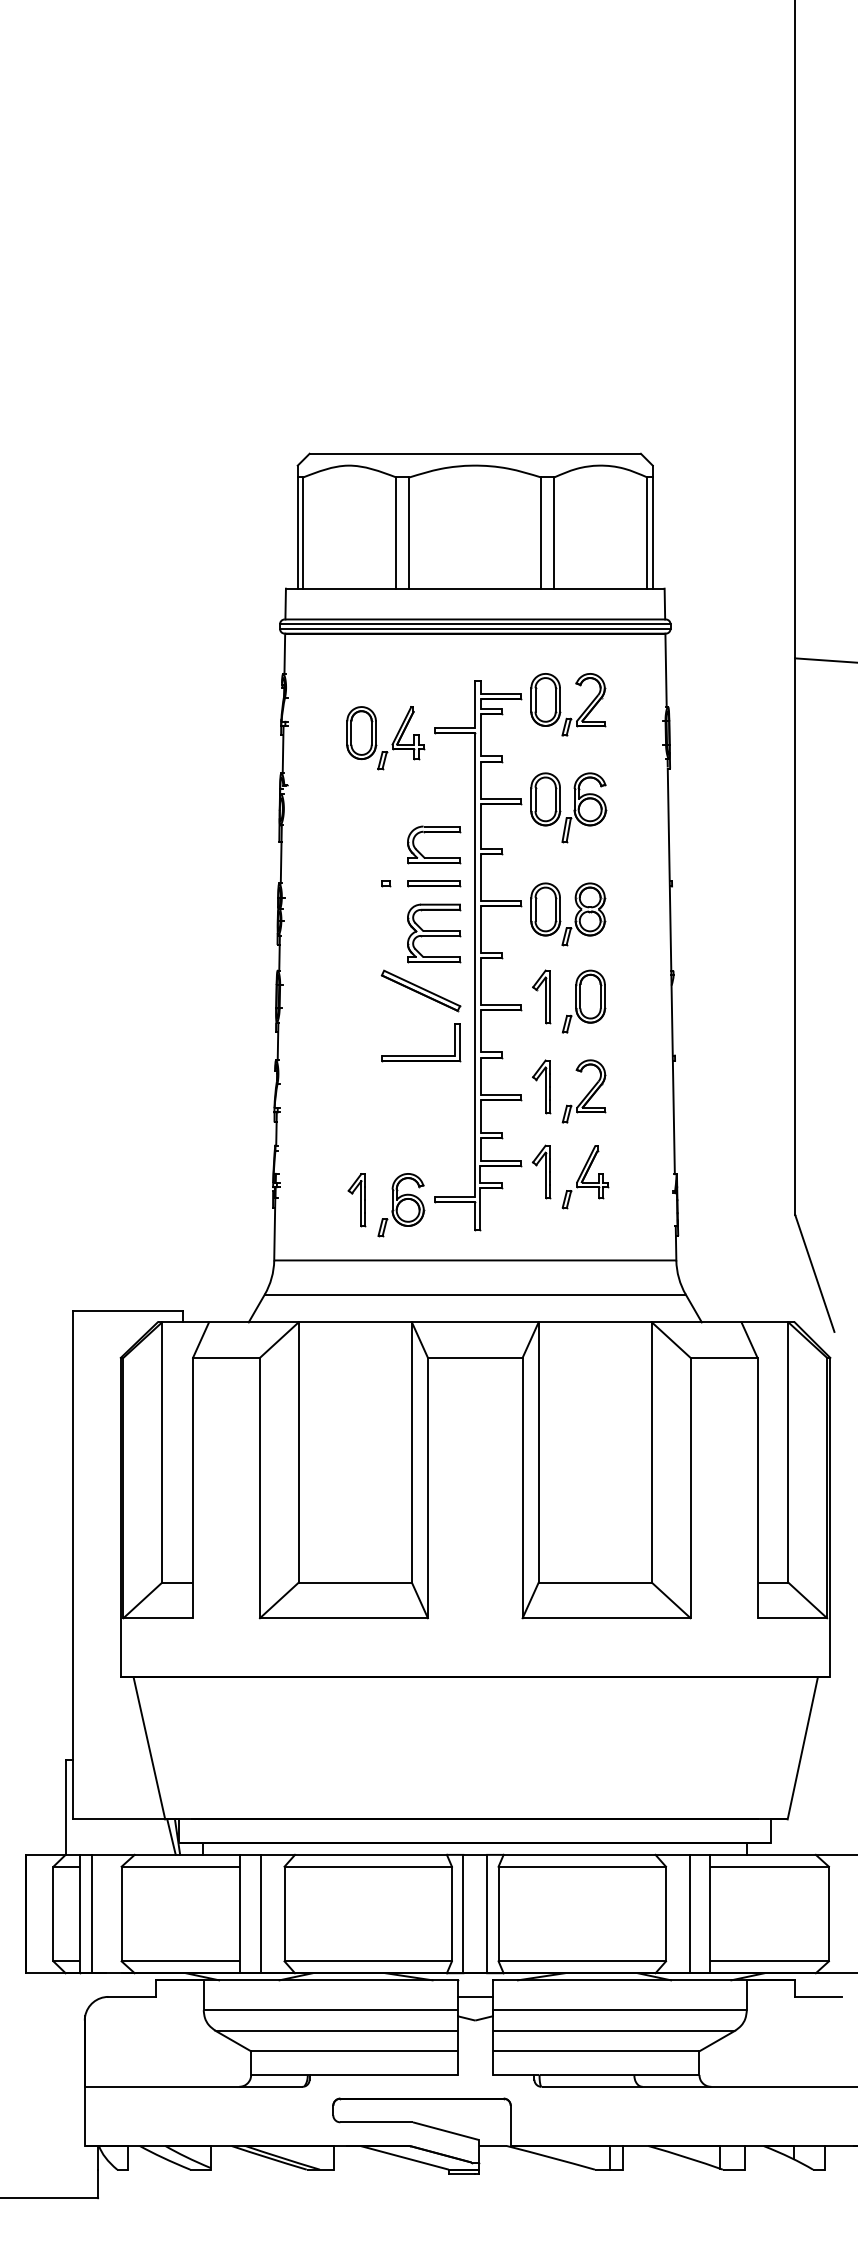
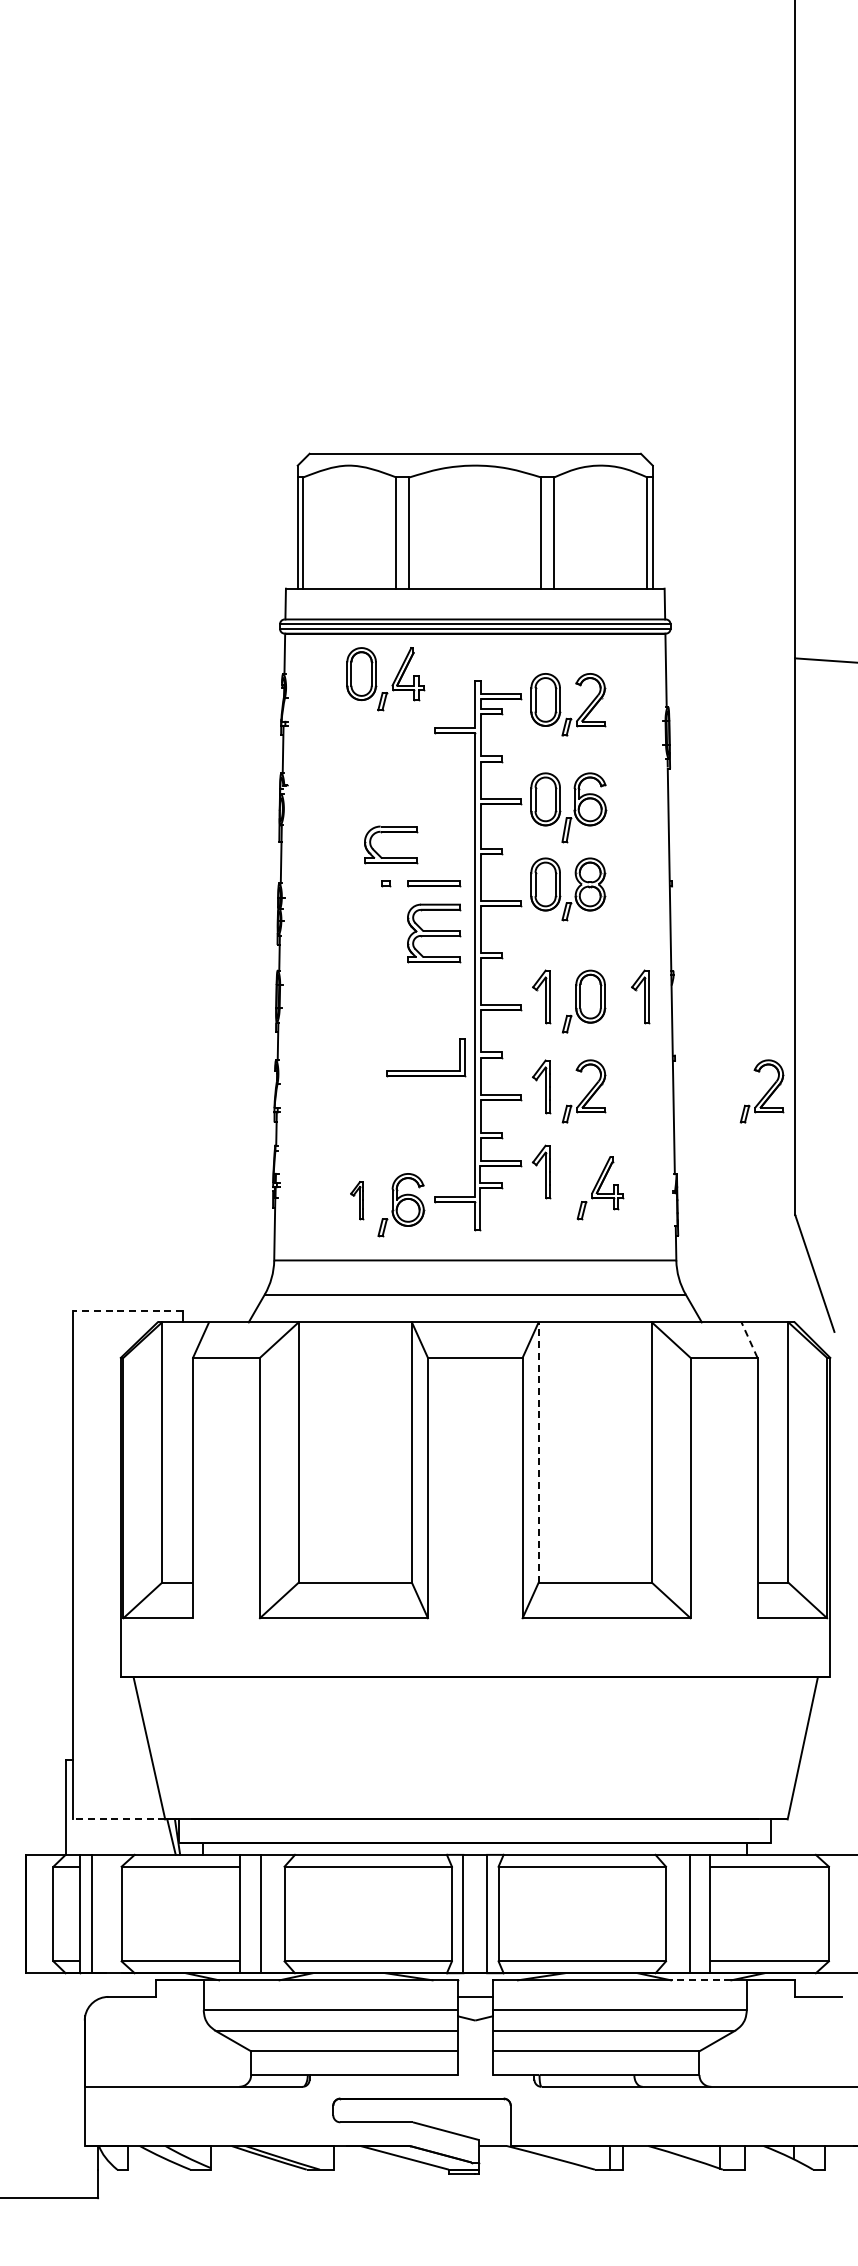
part at (392, 742) position: (392, 742) -> (392, 683)
part at (434, 832) position: (434, 832) -> (391, 832)
part at (575, 915) position: (575, 915) -> (575, 890)
part at (420, 990): present -> none
part at (640, 996): none -> present
part at (421, 1055) position: (421, 1055) -> (426, 1070)
part at (761, 1091): none -> present
part at (585, 1177) position: (585, 1177) -> (600, 1188)
part at (356, 1200) size: 20x55 px -> 15x40 px
line at (127, 1310): solid -> dashed
line at (749, 1339): solid -> dashed
line at (538, 1452): solid -> dashed
line at (118, 1819): solid -> dashed
line at (700, 1980): solid -> dashed
